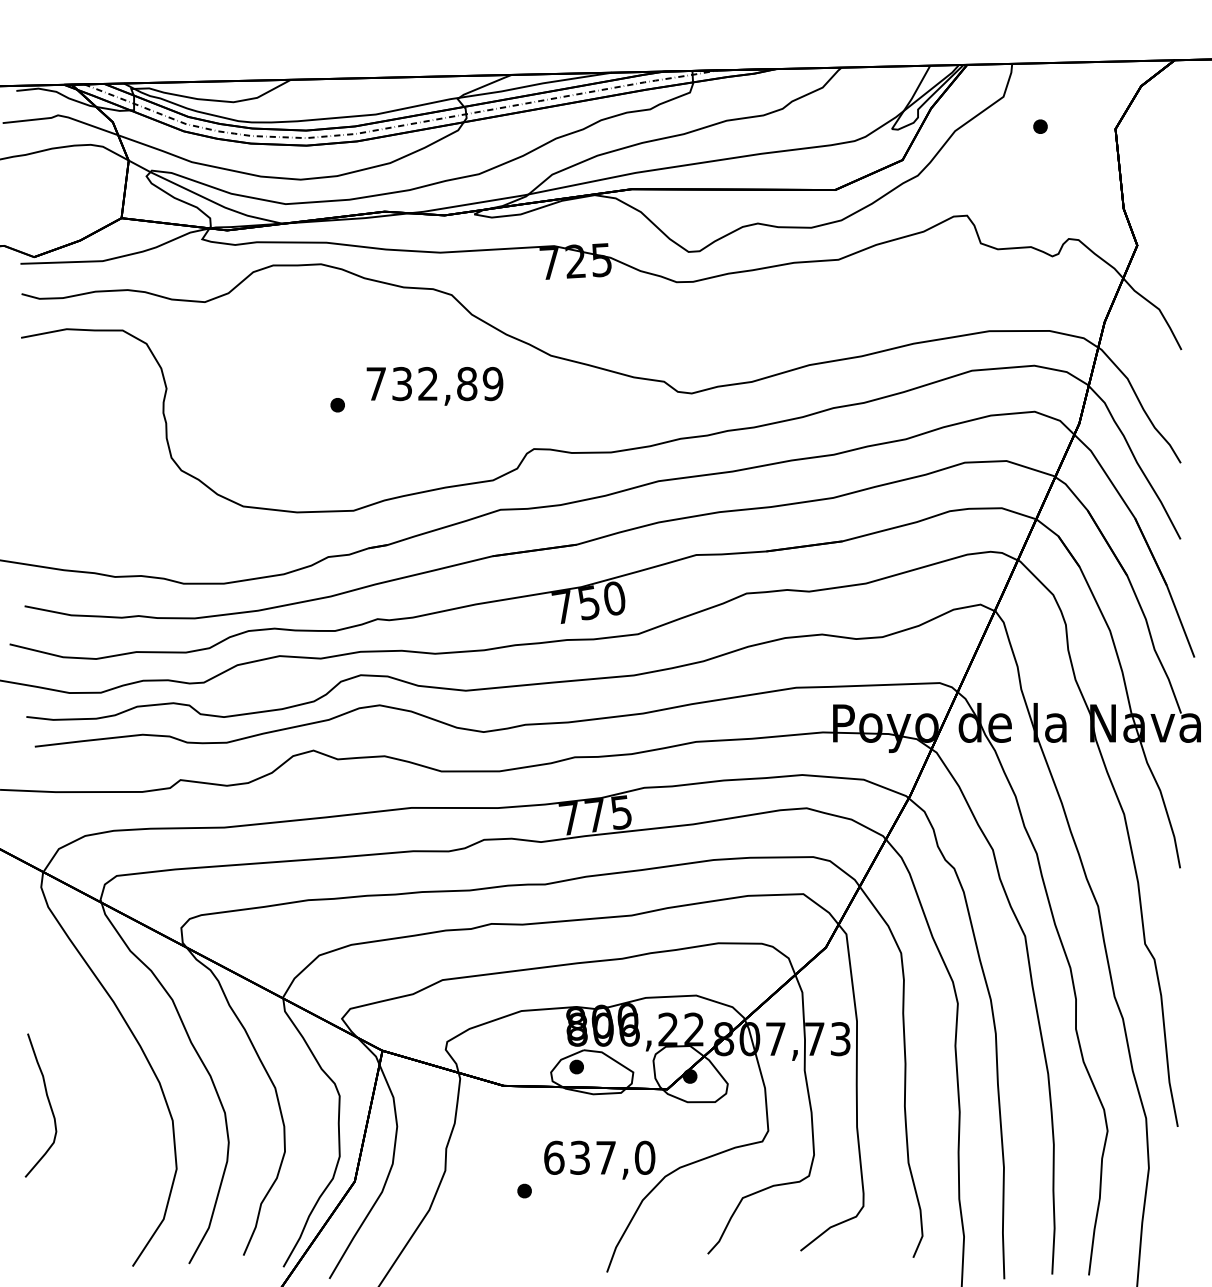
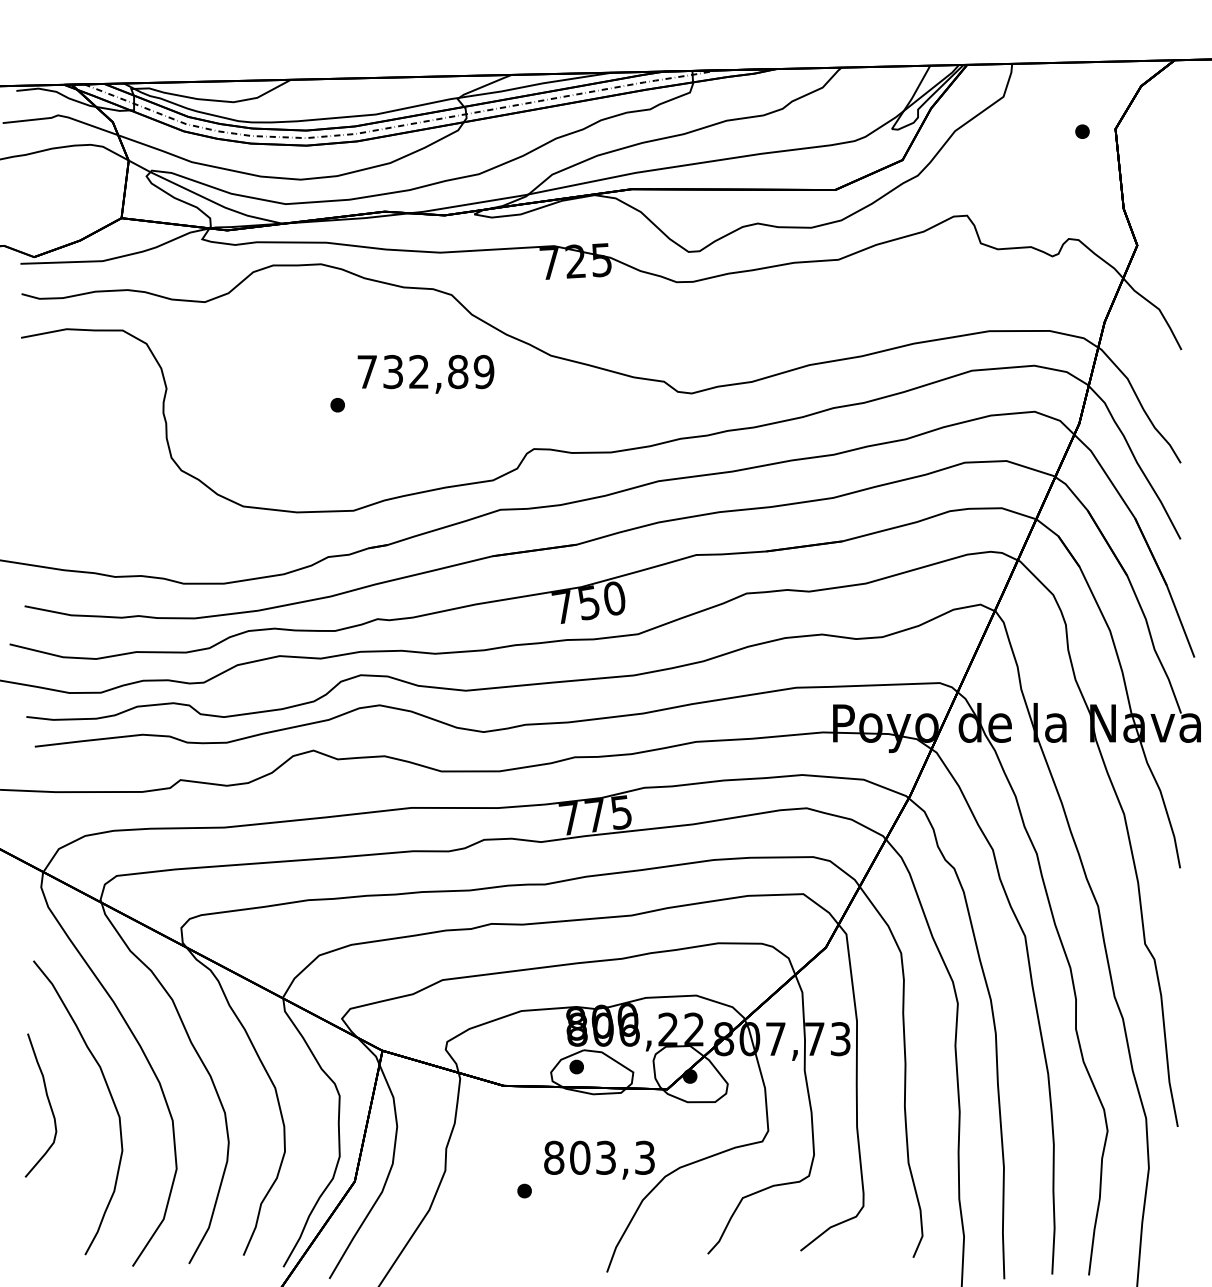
part at (1040, 126) position: (1040, 126) -> (1082, 131)
text at (434, 386) position: (434, 386) -> (425, 374)
curve at (109, 1094): none -> present
text at (599, 1157): 637,0 -> 803,3
